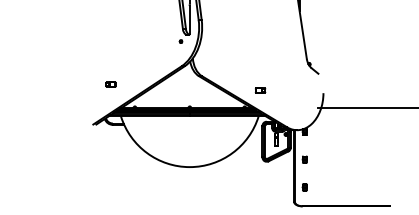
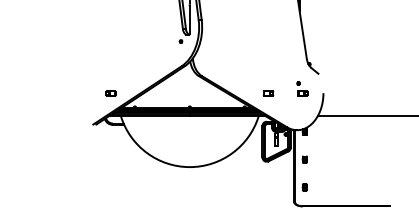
part at (110, 84) position: (110, 84) -> (110, 93)
part at (302, 88): none -> present
part at (260, 90) position: (260, 90) -> (268, 93)
line at (366, 107) position: (366, 107) -> (366, 115)
